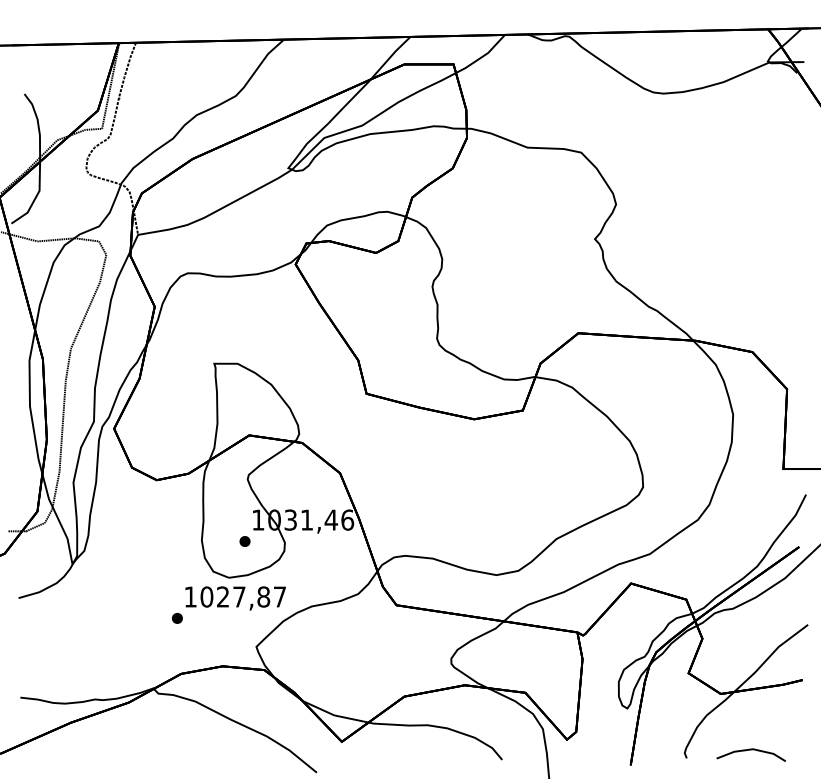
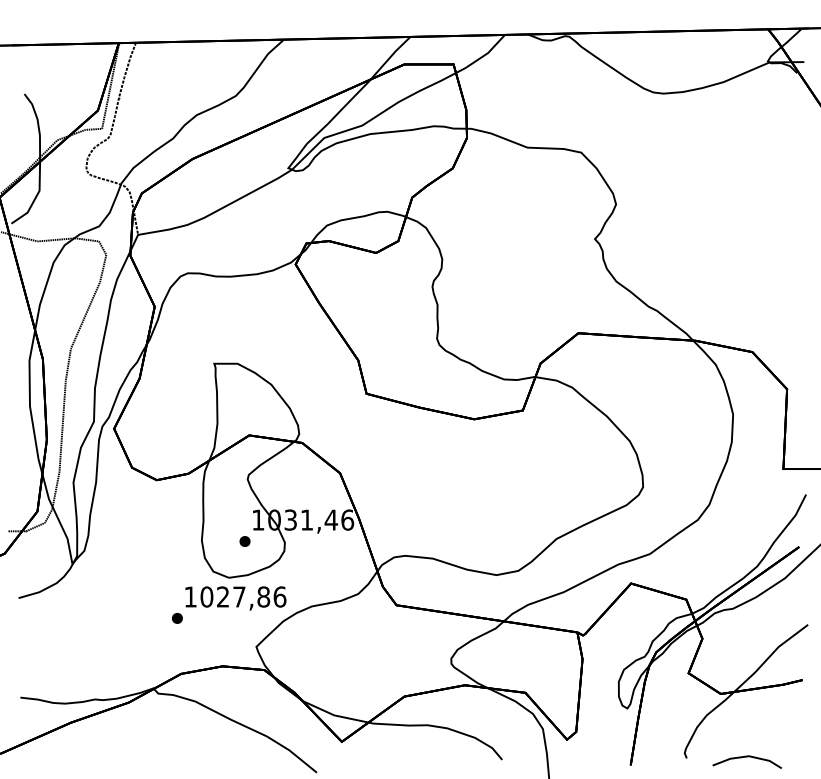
text at (279, 596): 1027,87 -> 1027,86
line at (750, 750) position: (750, 750) -> (746, 757)
